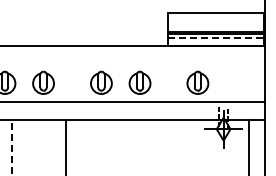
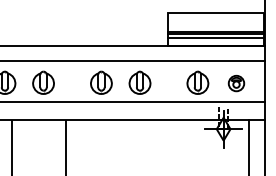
line at (215, 38): dashed -> solid
line at (133, 61): none -> present
part at (236, 83): none -> present
line at (12, 147): dashed -> solid
